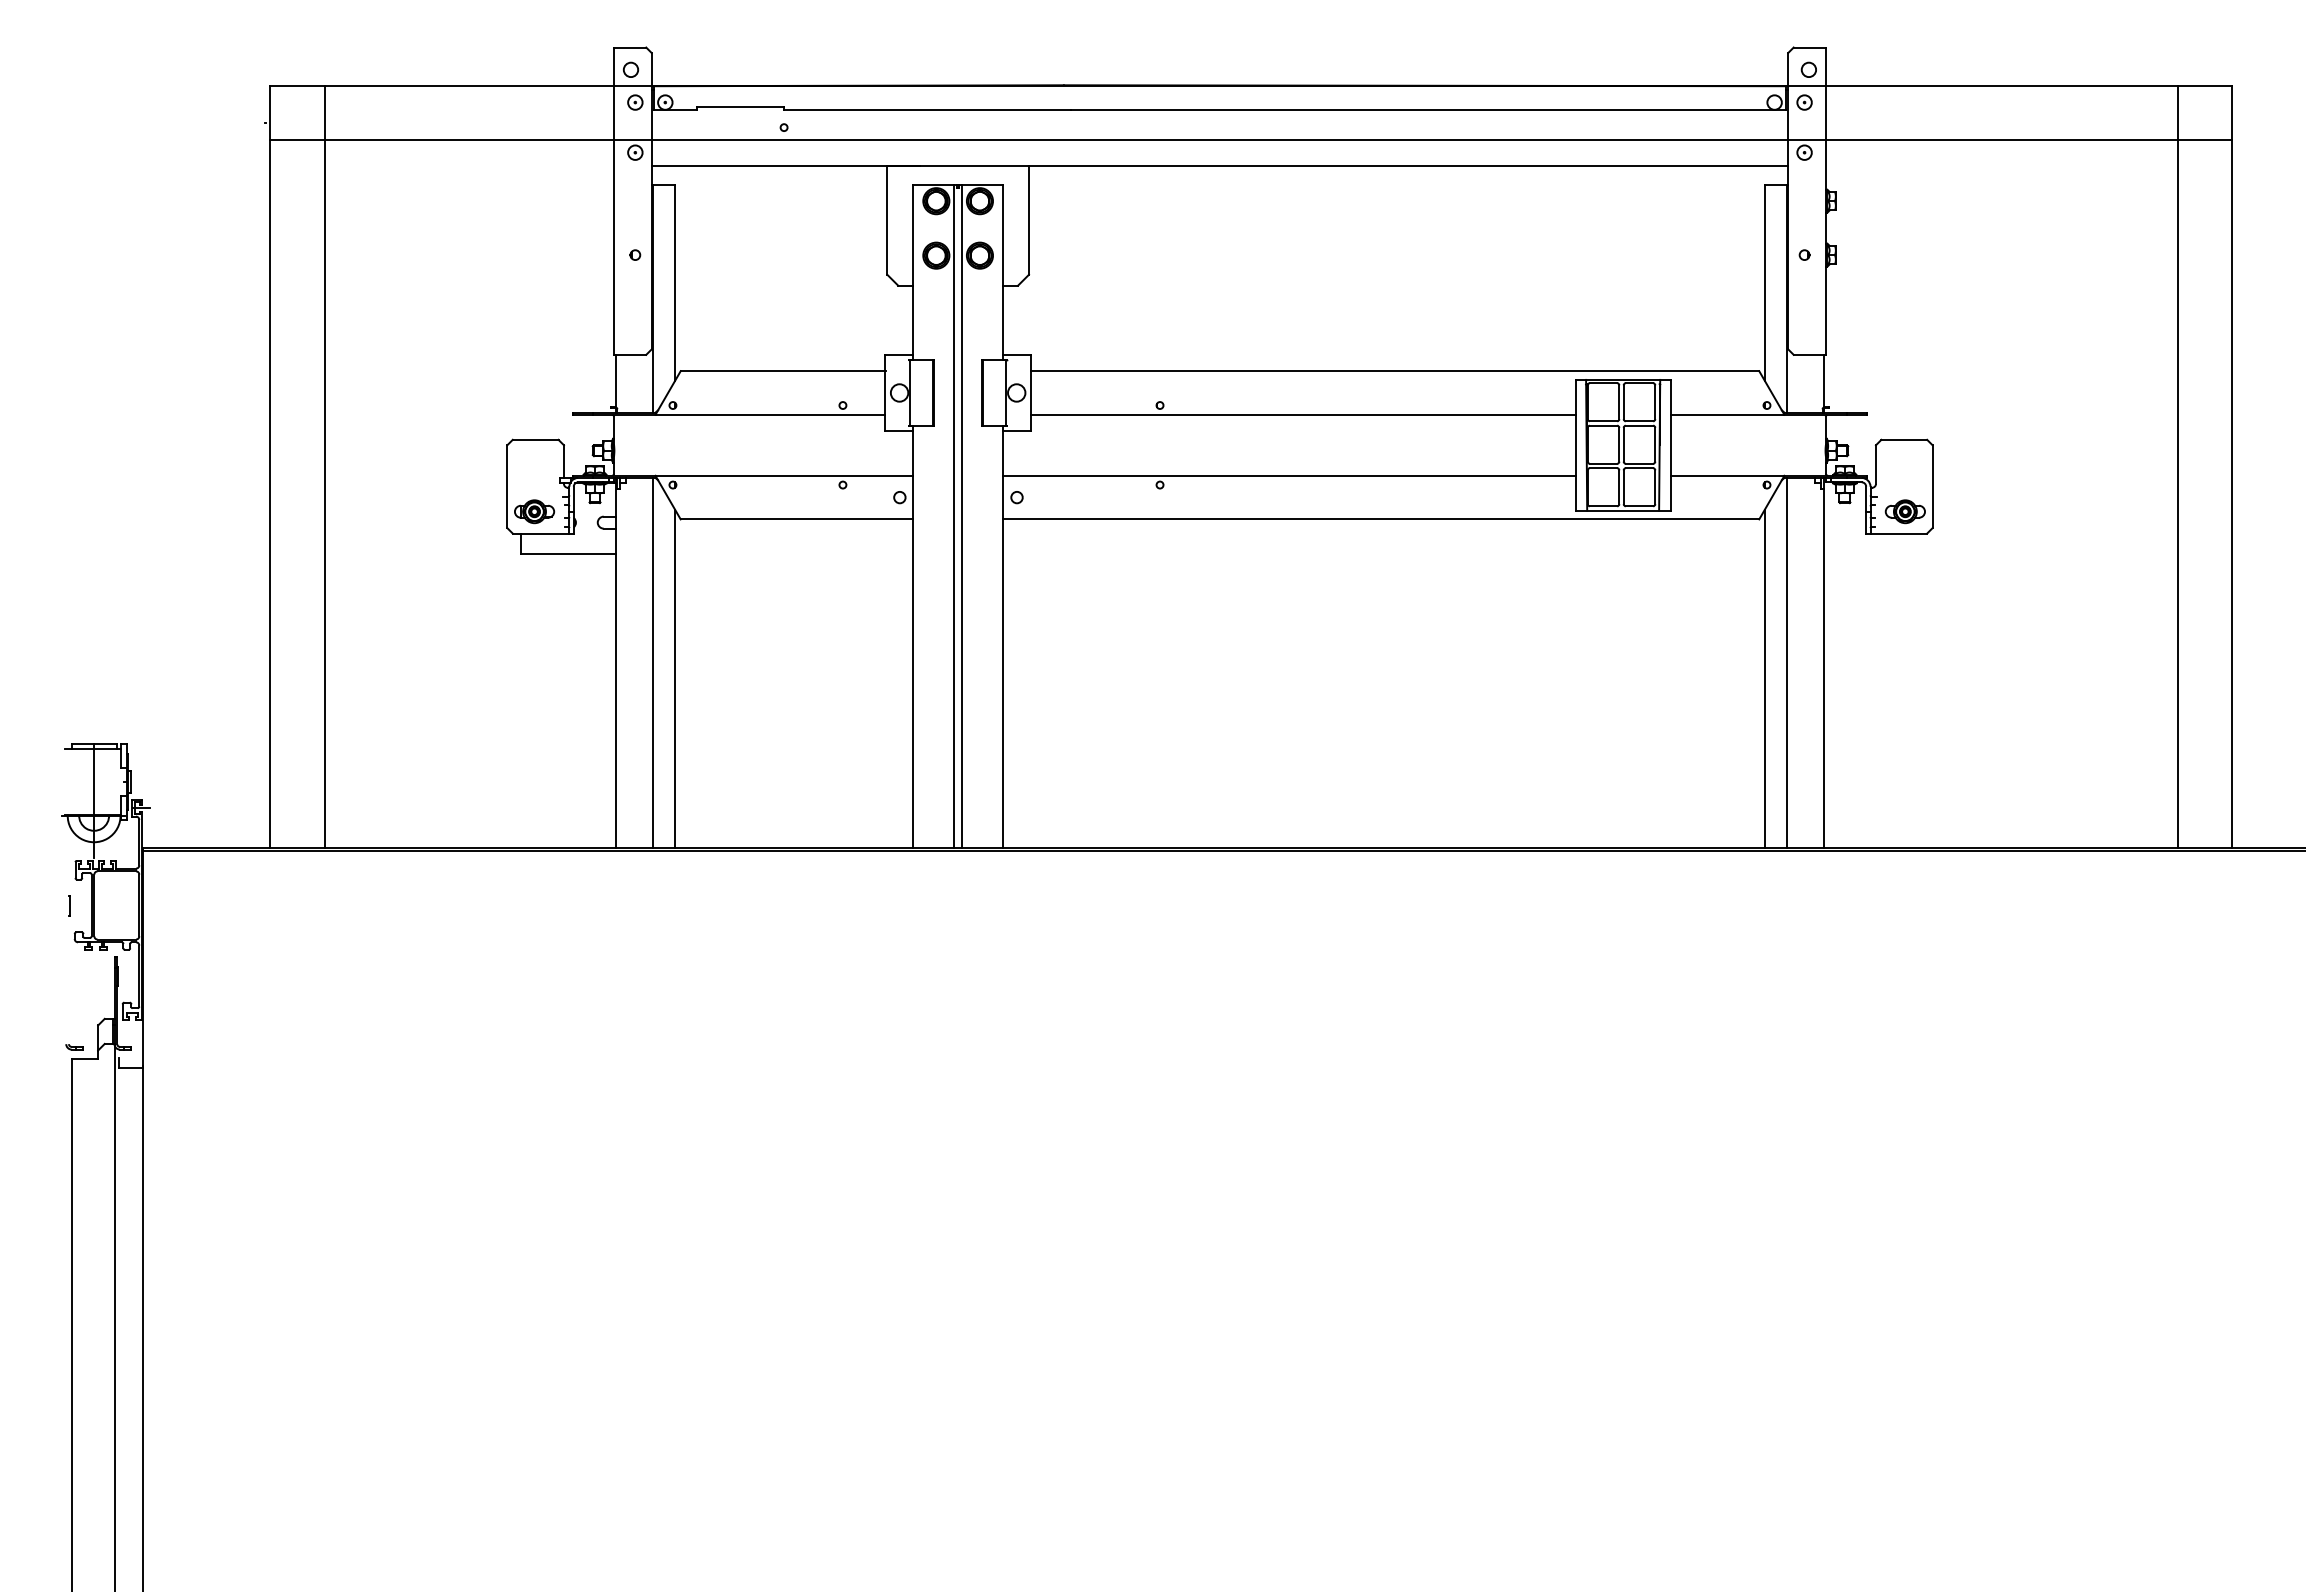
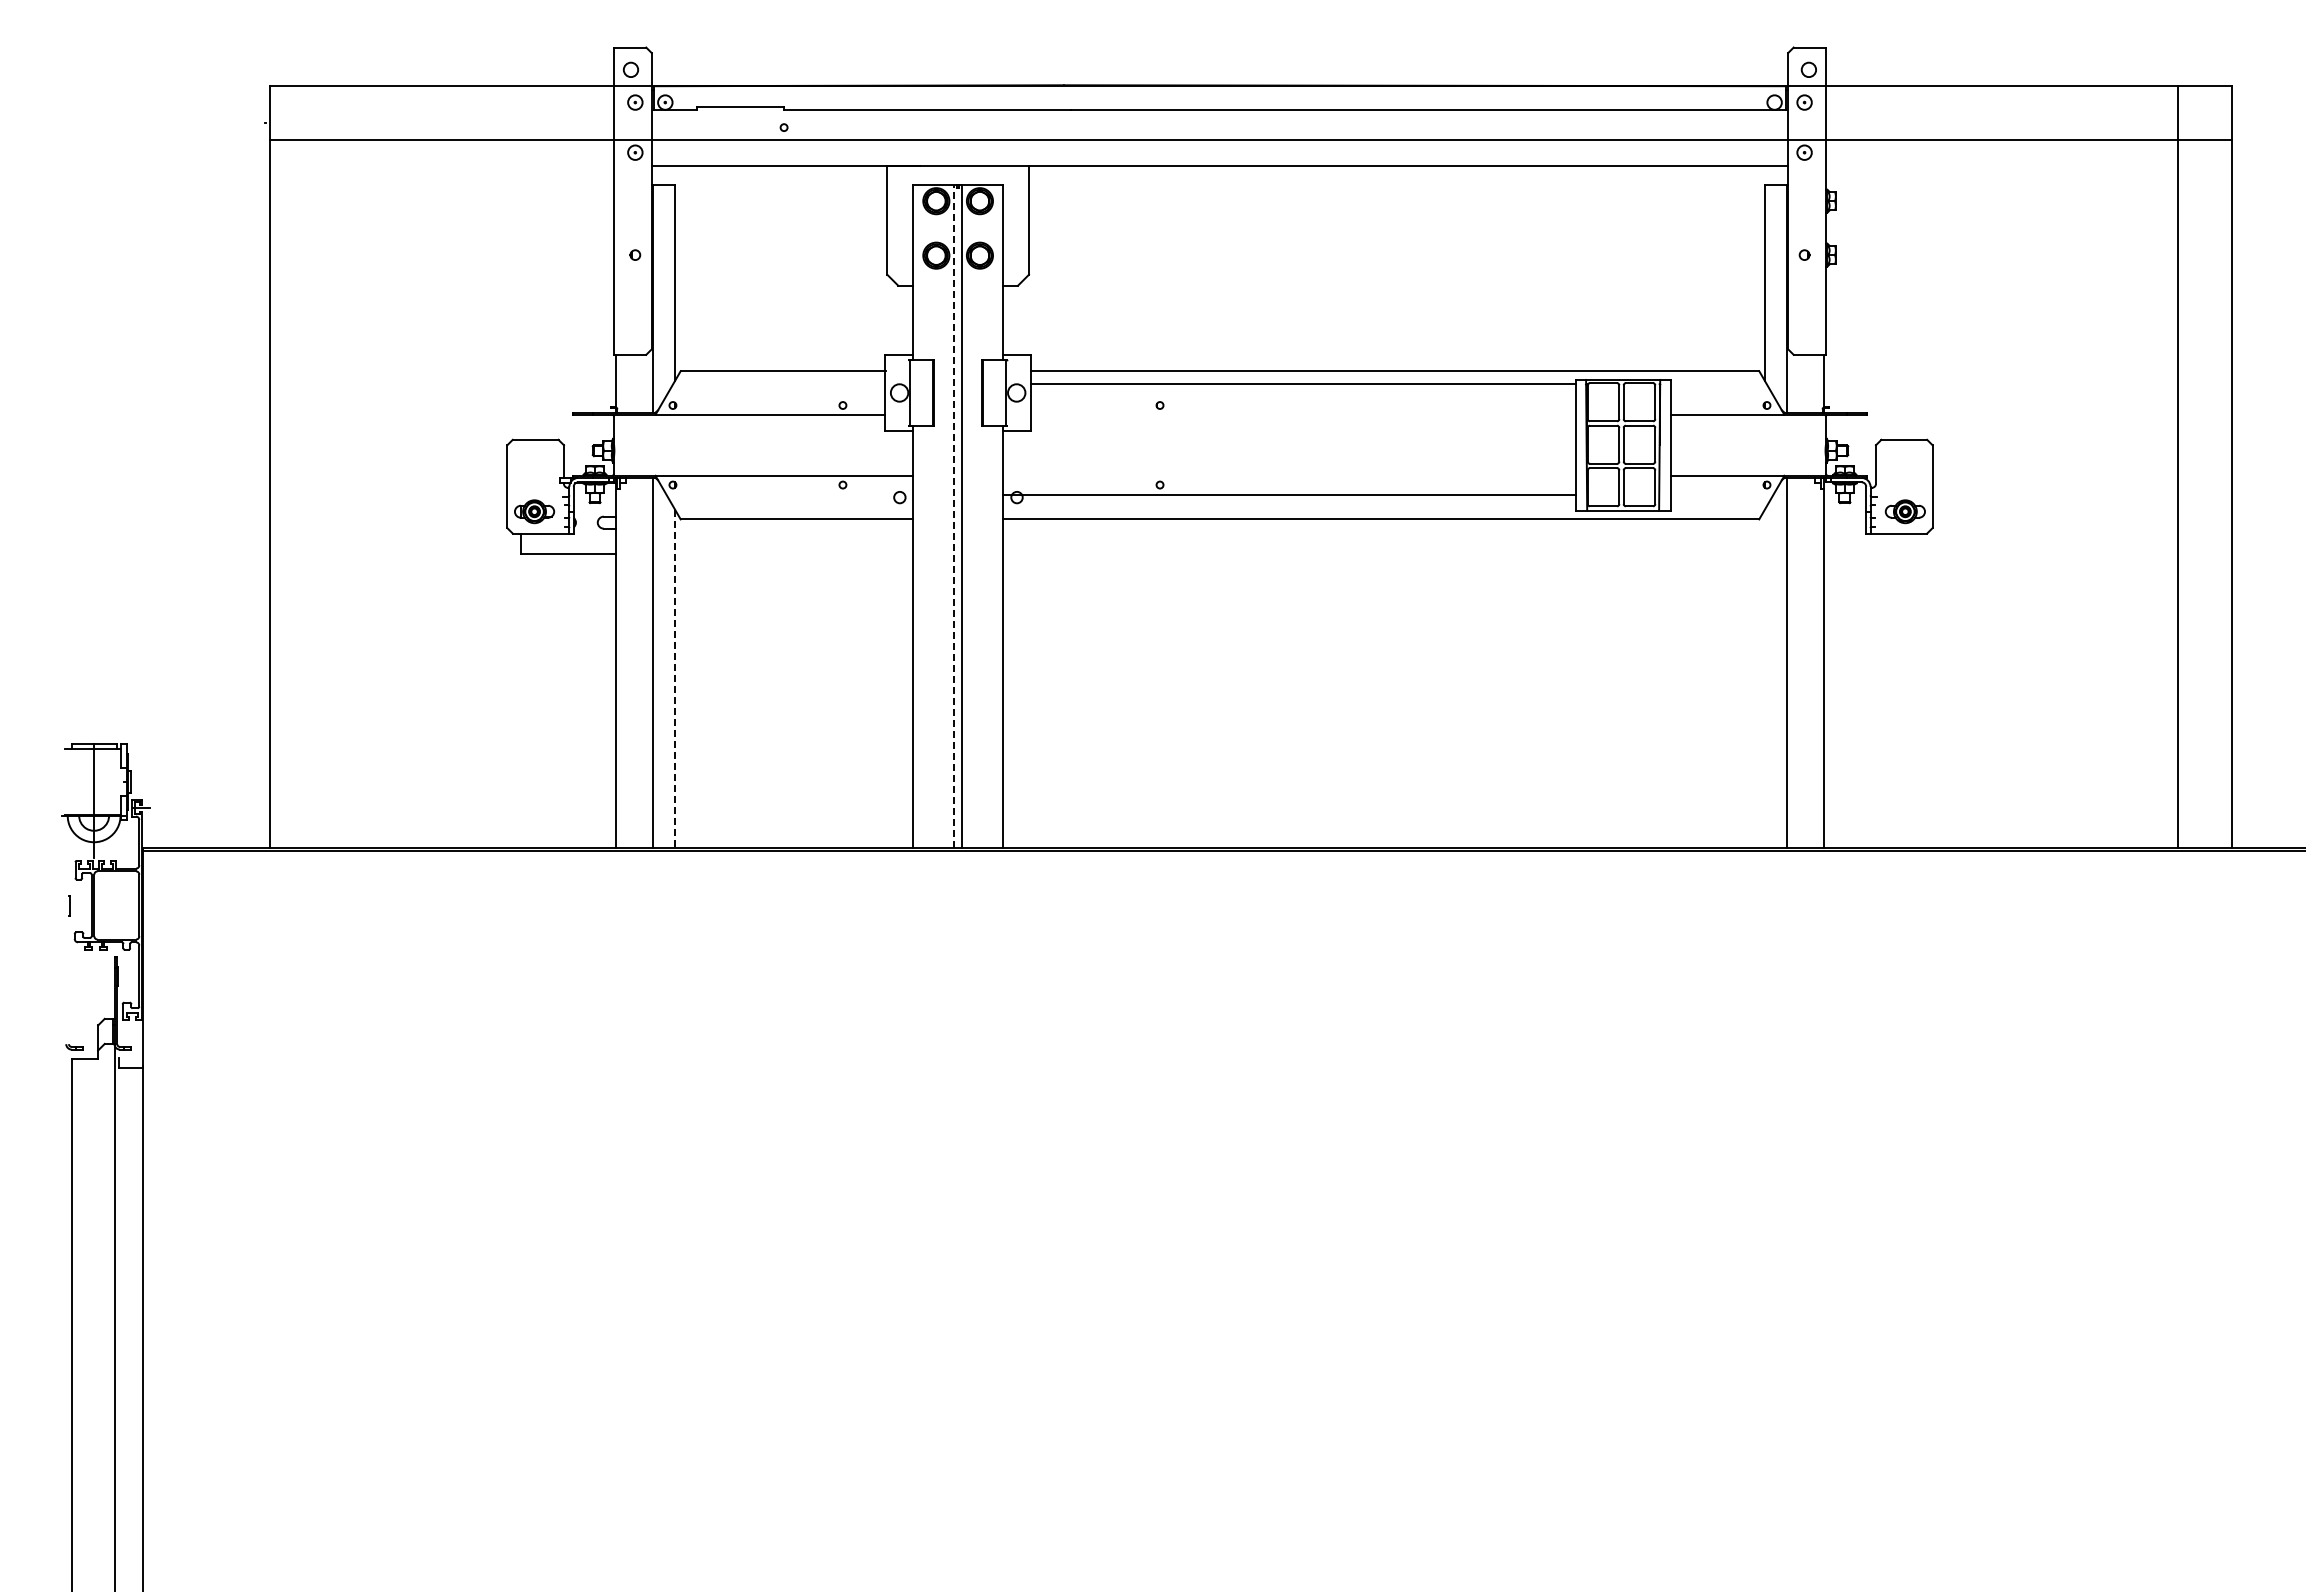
line at (1302, 414) position: (1302, 414) -> (1302, 383)
line at (324, 466): present -> none
line at (1289, 475) position: (1289, 475) -> (1289, 494)
line at (953, 516): solid -> dashed
line at (1764, 678): present -> none
line at (675, 679): solid -> dashed
